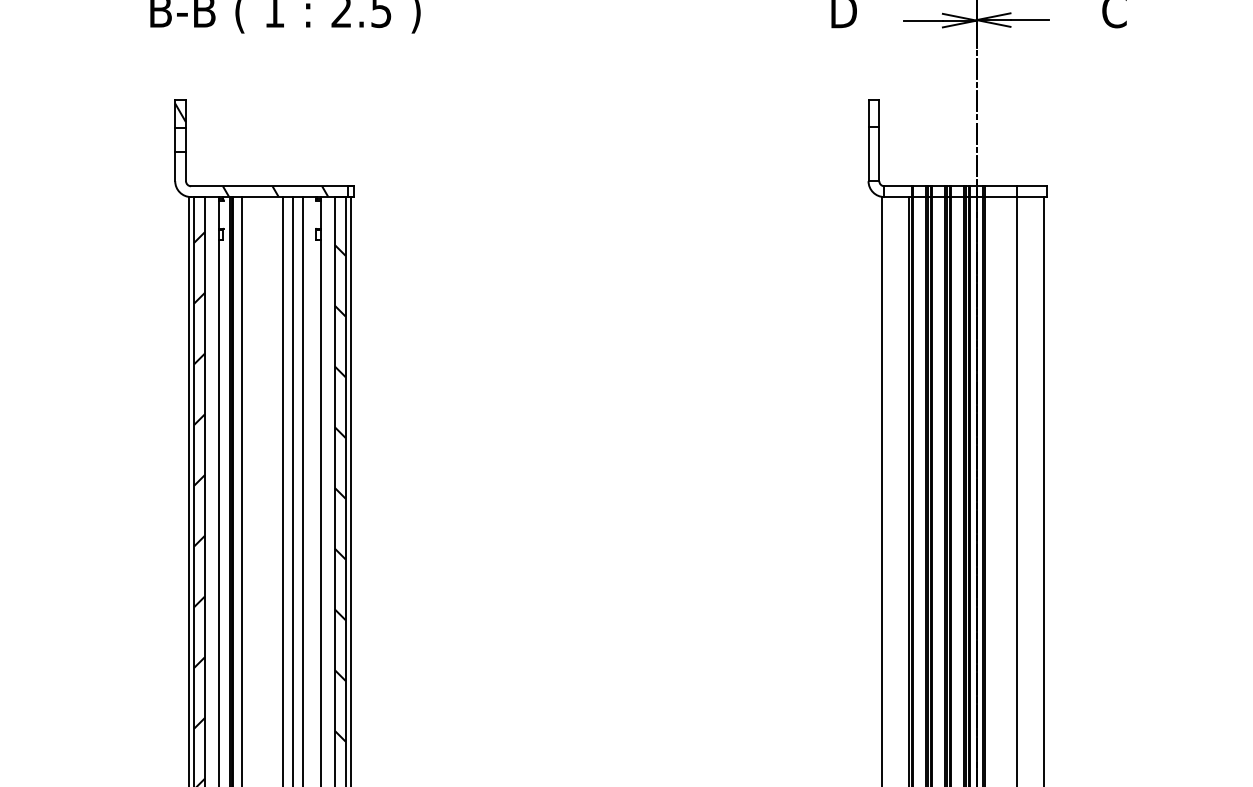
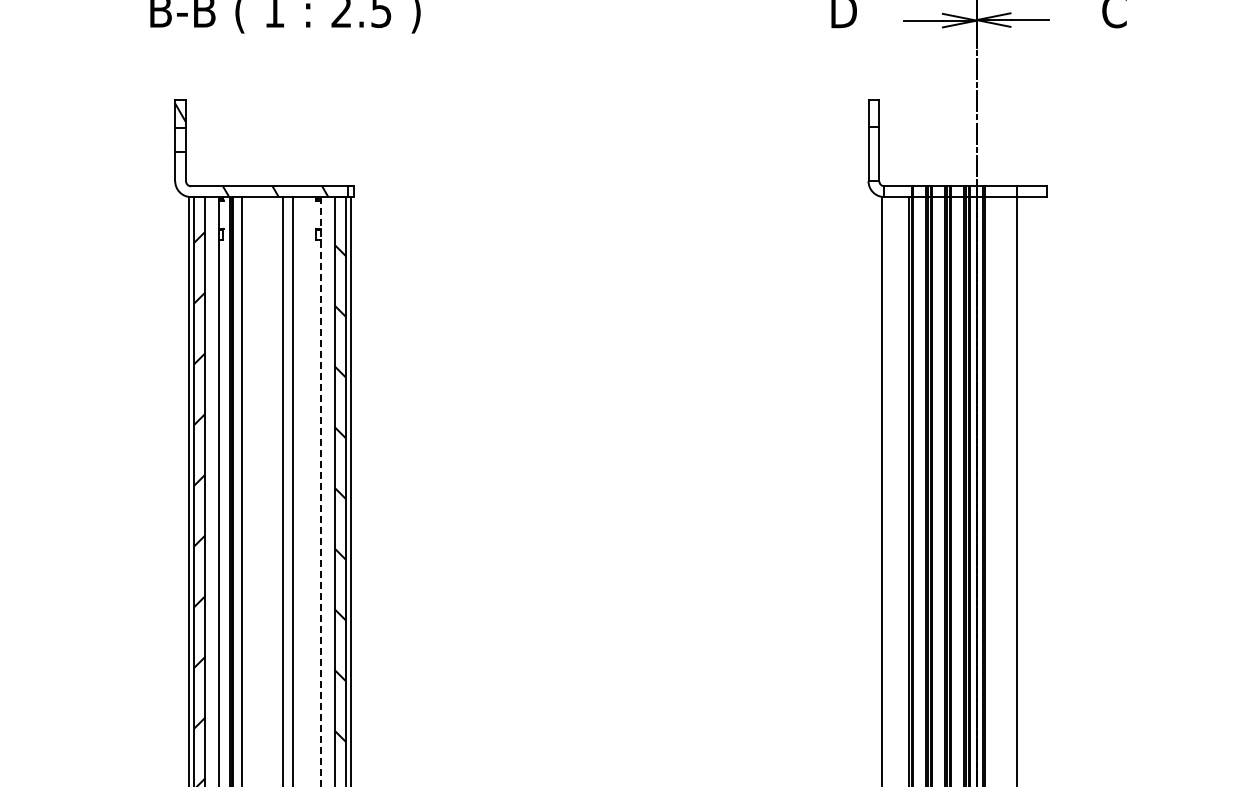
line at (302, 490): present -> none
line at (1044, 490): present -> none
line at (321, 491): solid -> dashed
